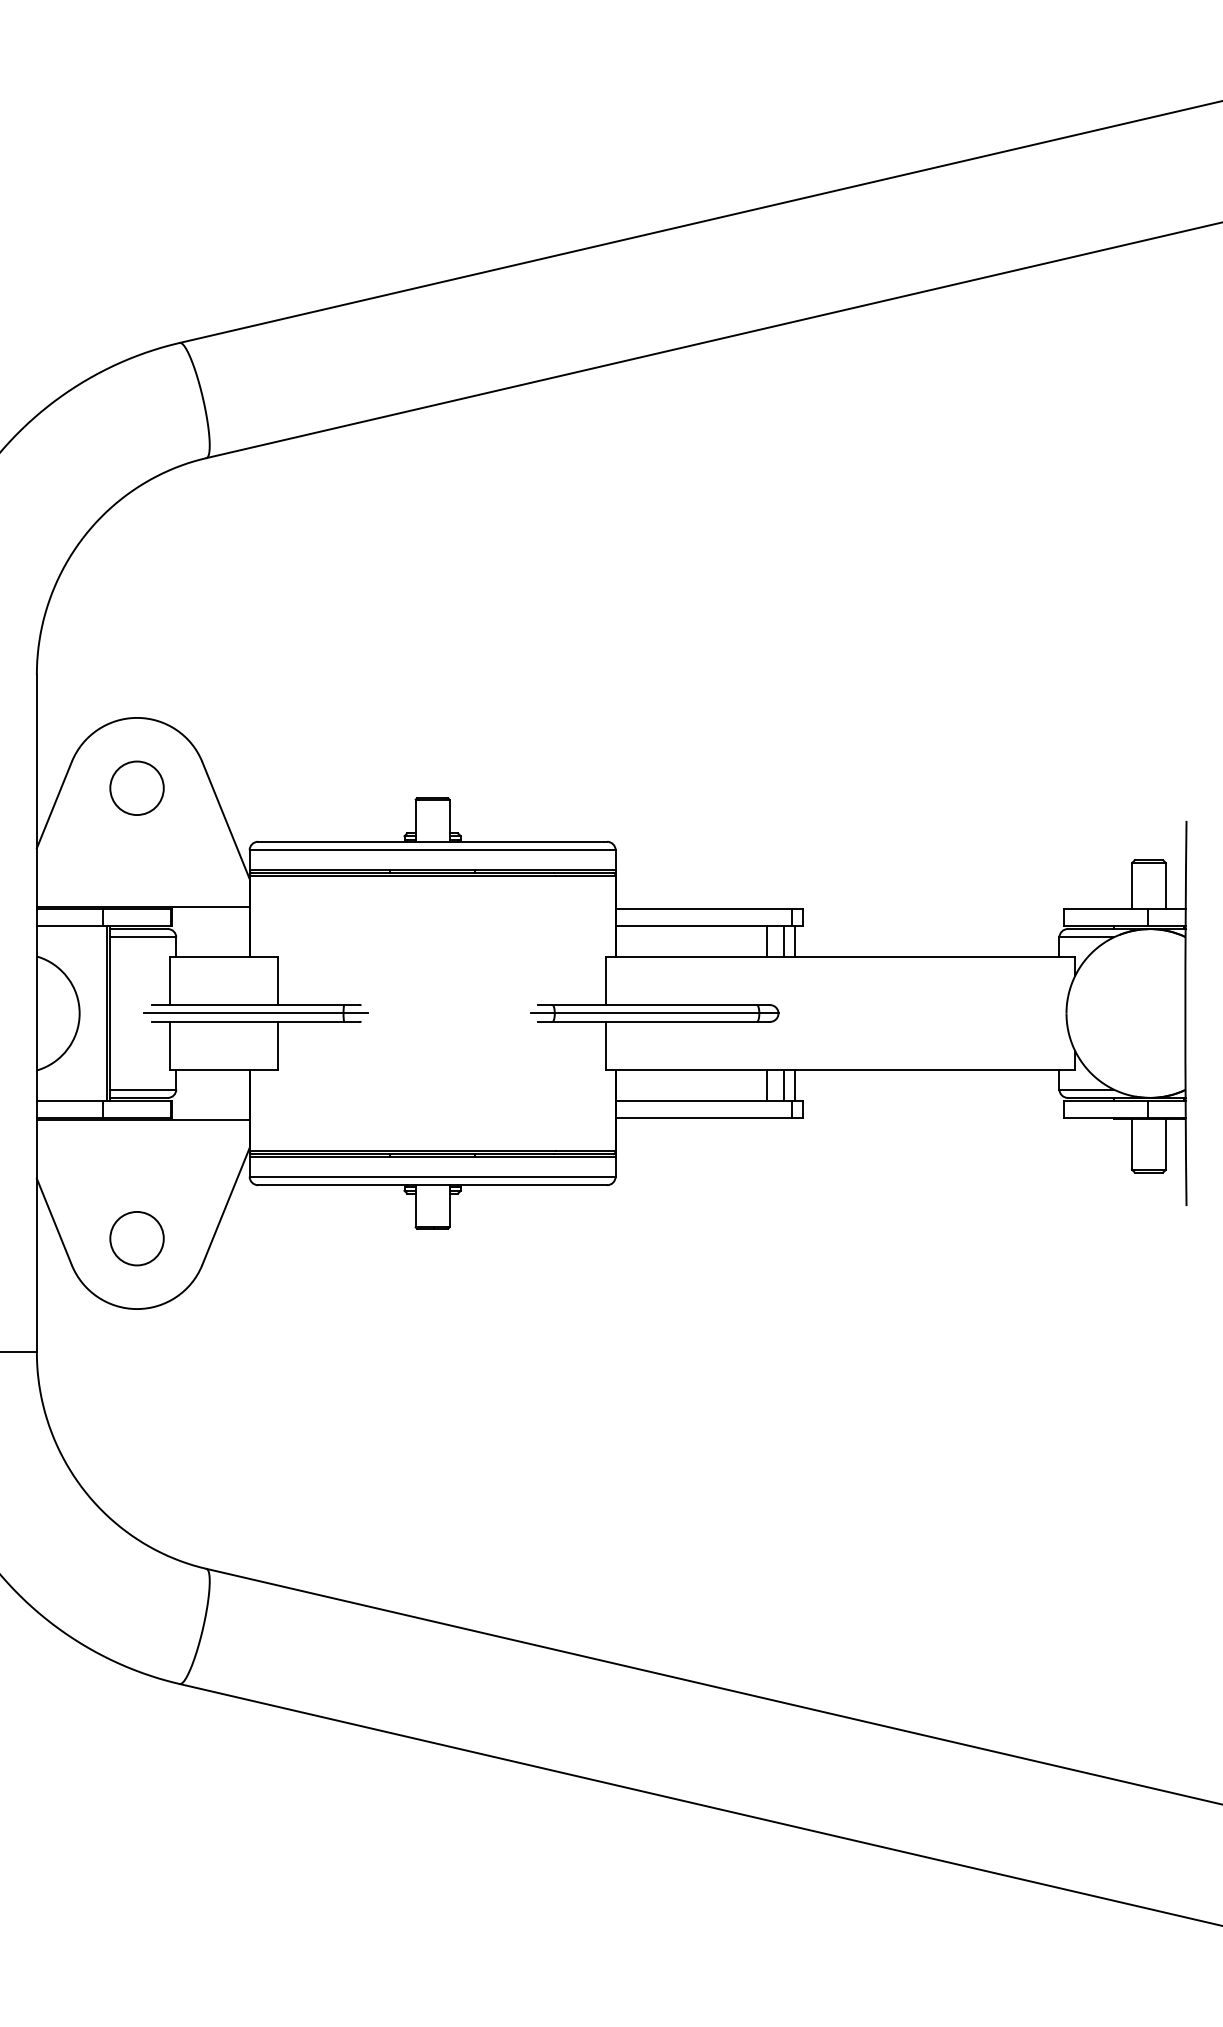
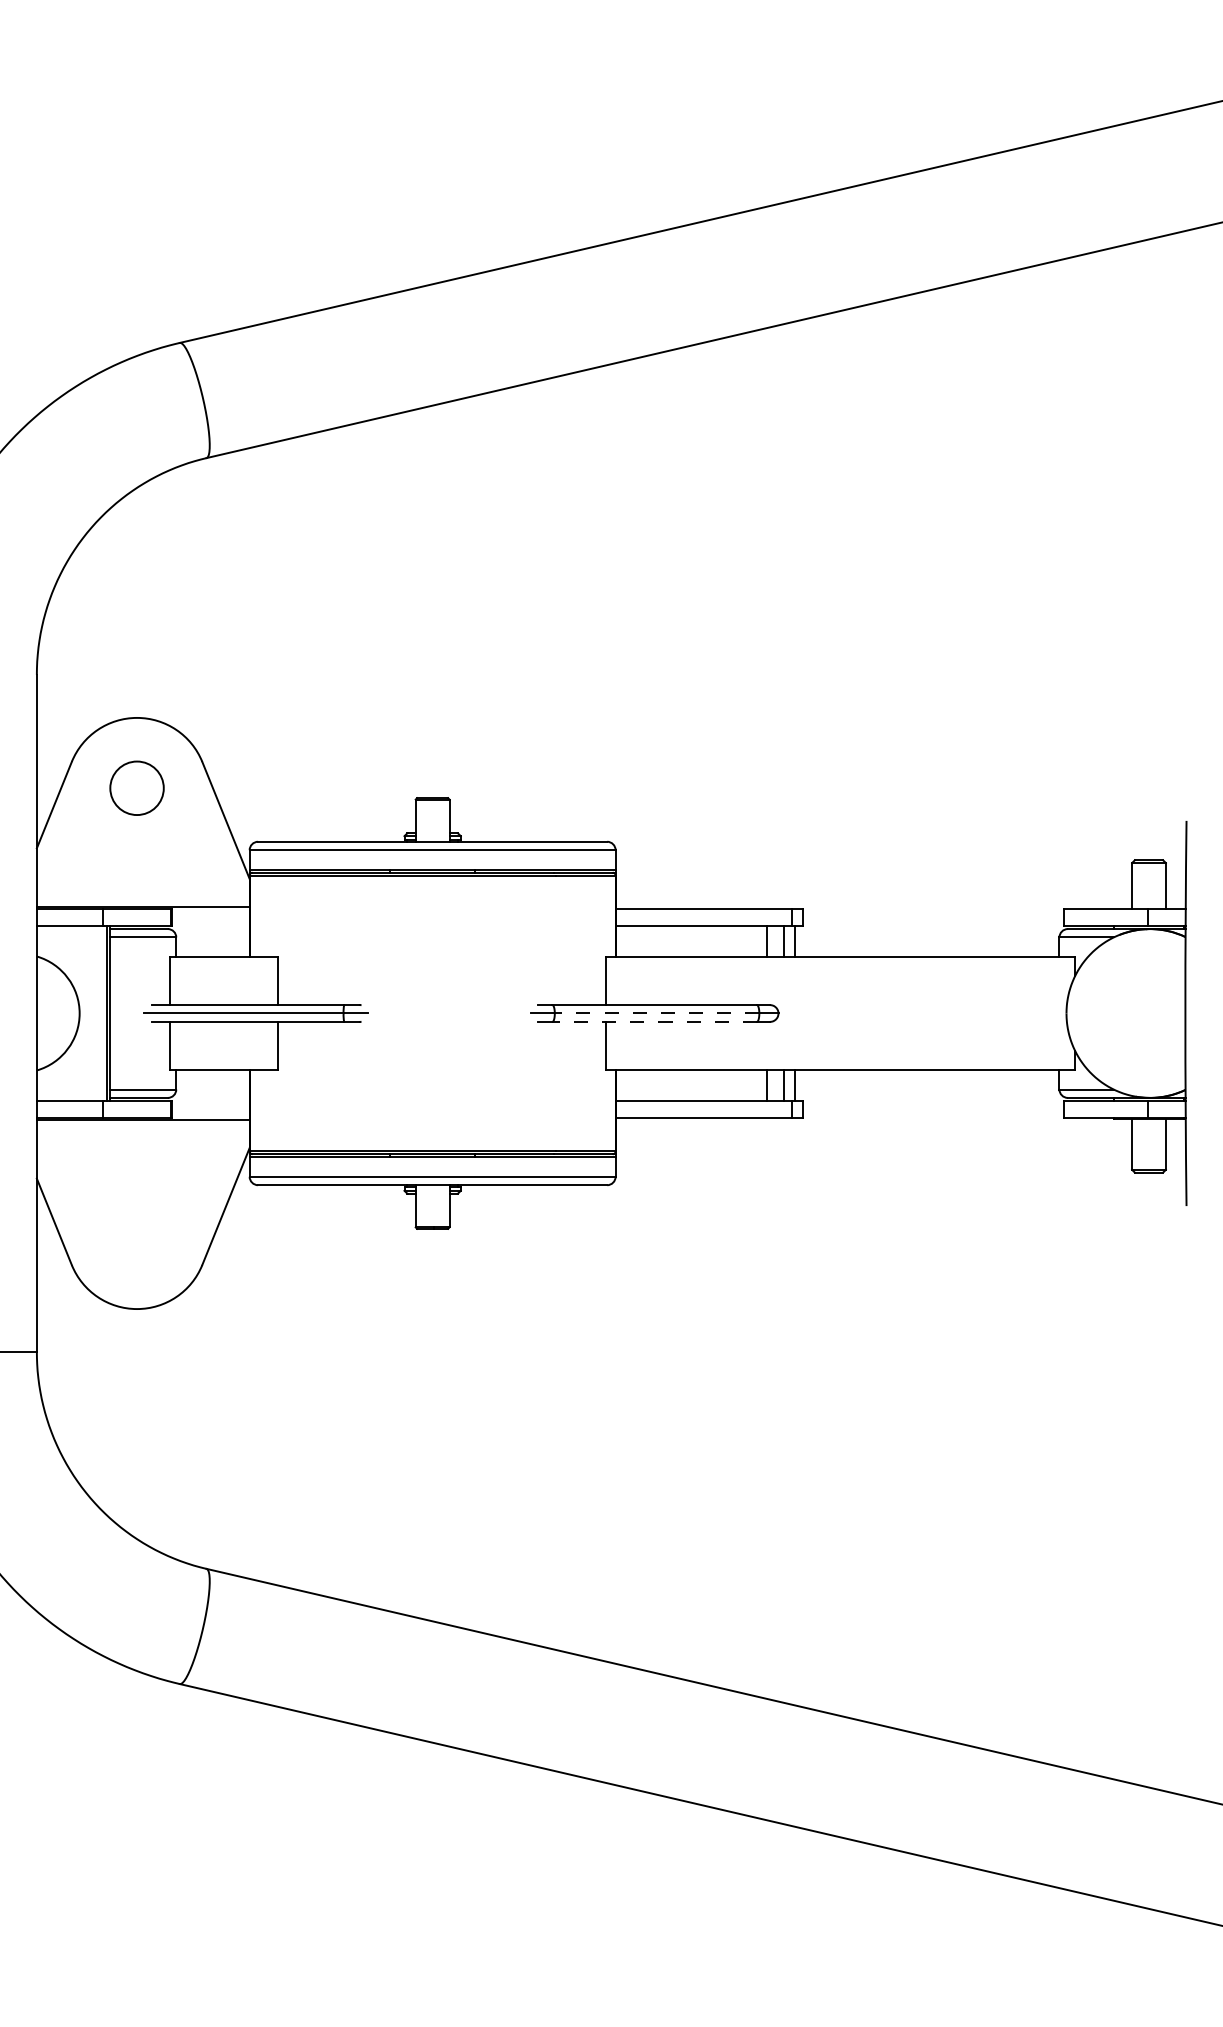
line at (656, 1013): solid -> dashed
line at (654, 1021): solid -> dashed
circle at (136, 1238): present -> none
